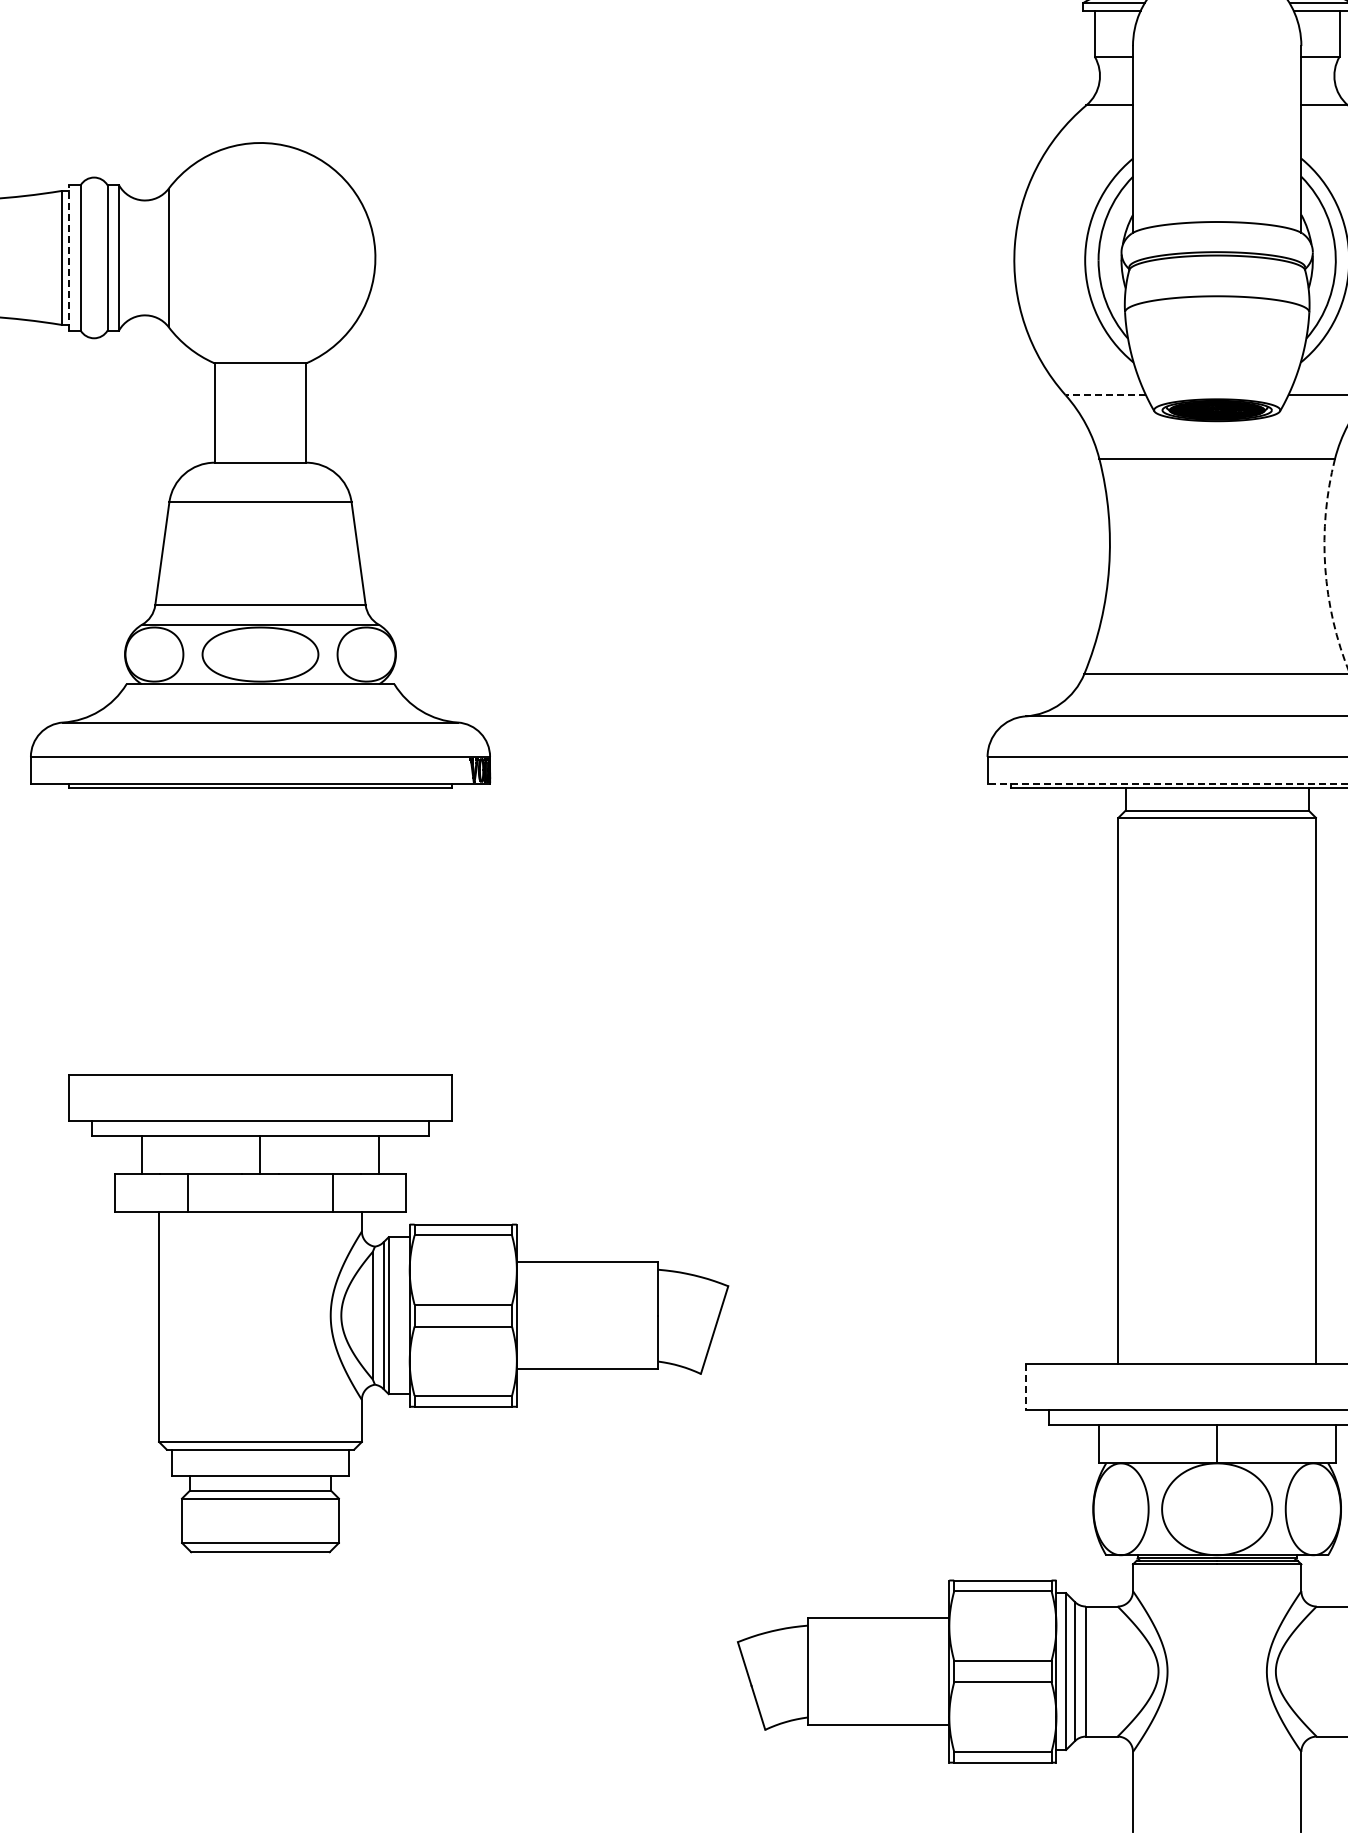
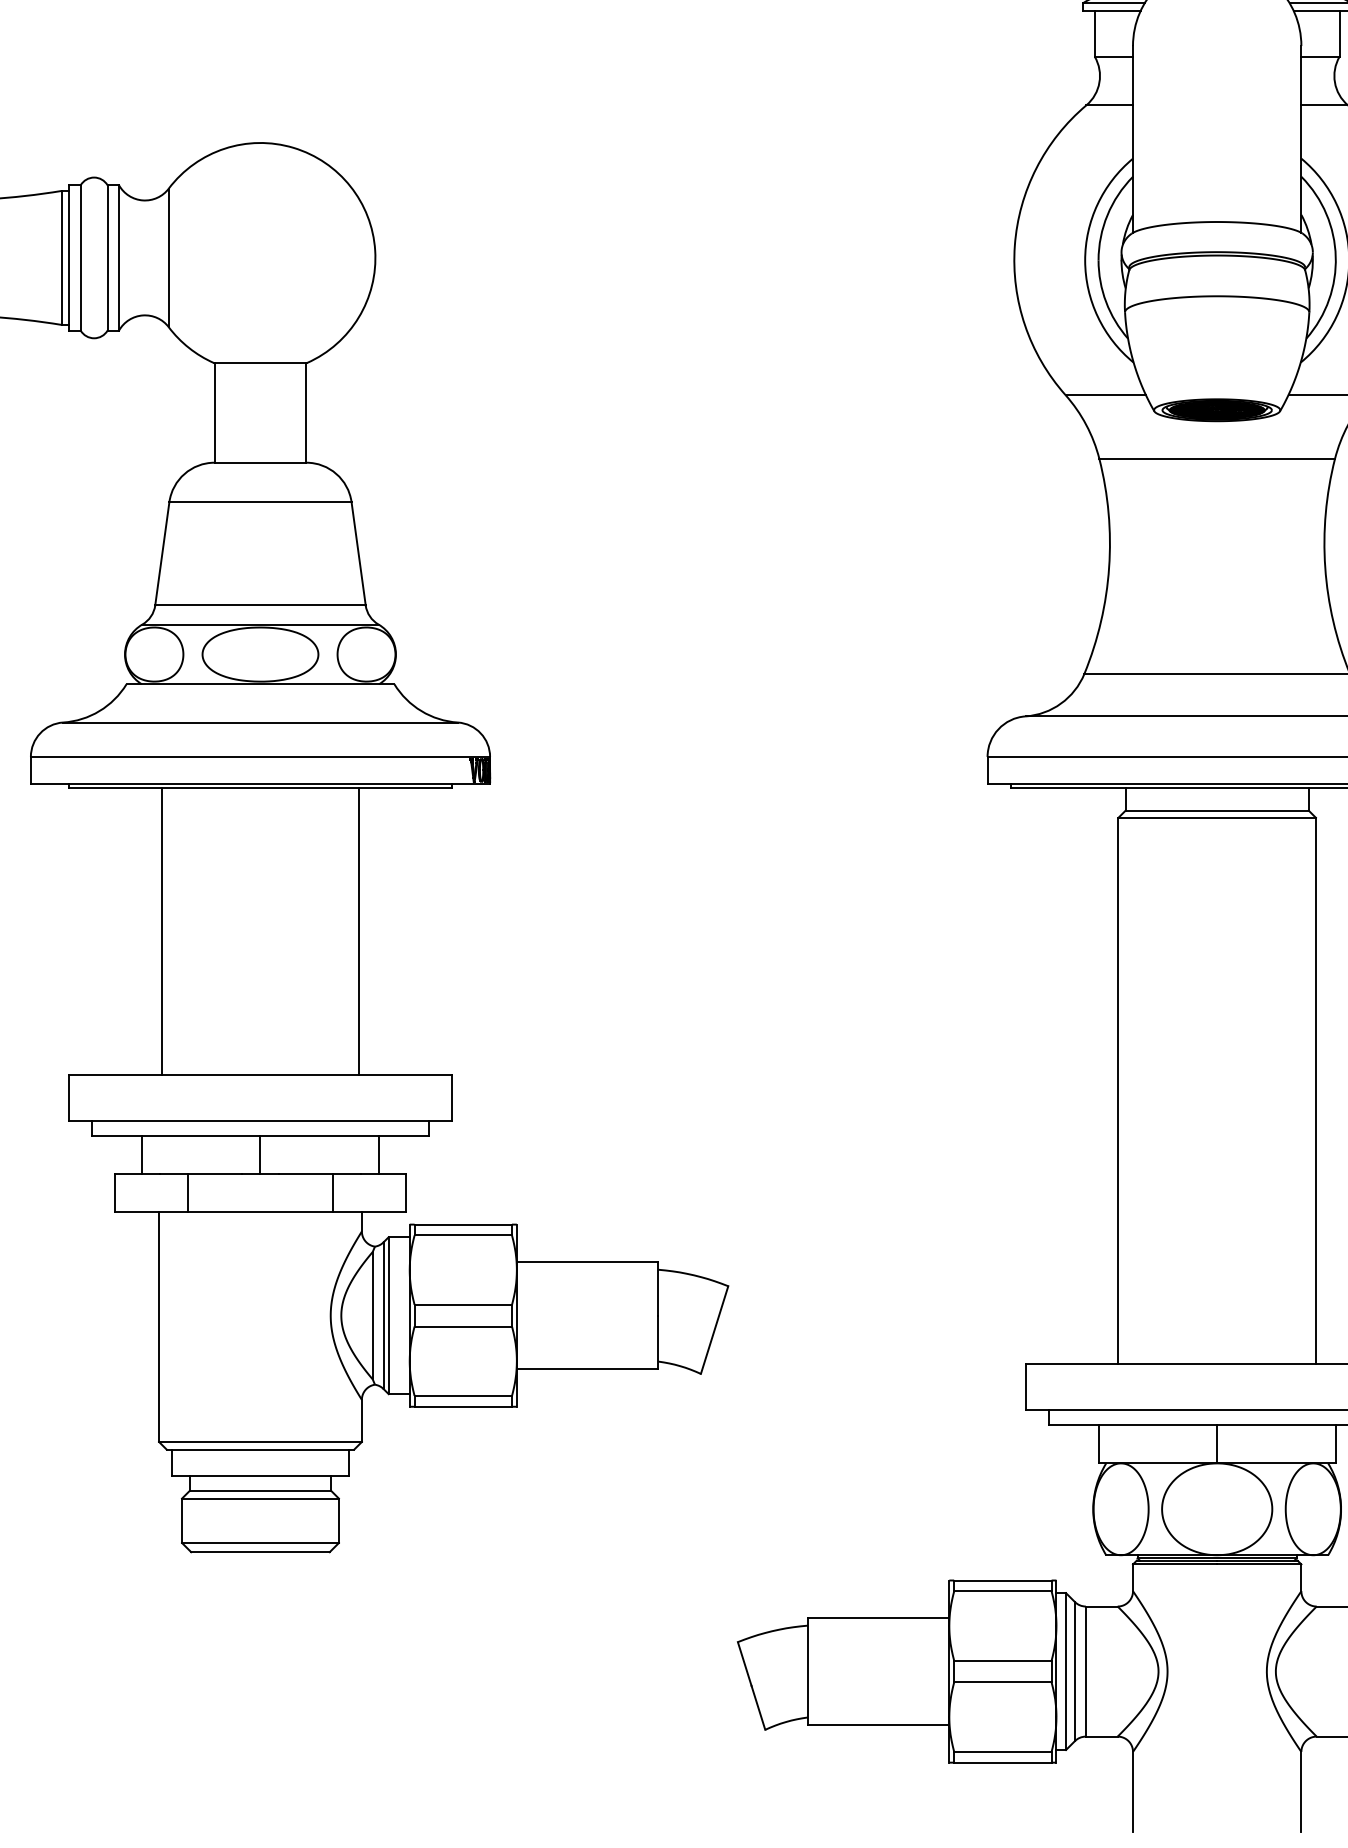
line at (69, 257): dashed -> solid
line at (1105, 395): dashed -> solid
arc at (1325, 565): dashed -> solid
line at (1167, 783): dashed -> solid
line at (161, 930): none -> present
line at (359, 930): none -> present
line at (1025, 1386): dashed -> solid
